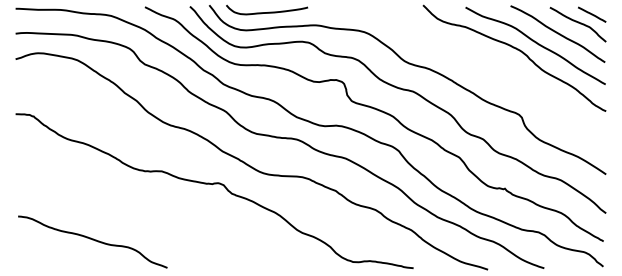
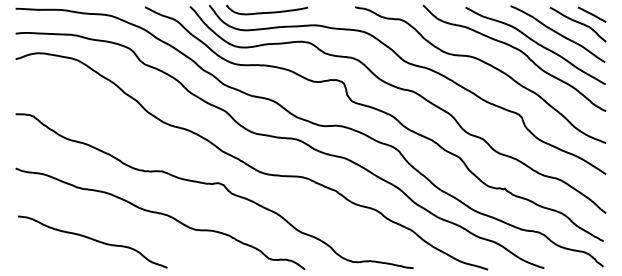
curve at (486, 64): none -> present
curve at (160, 214): none -> present
